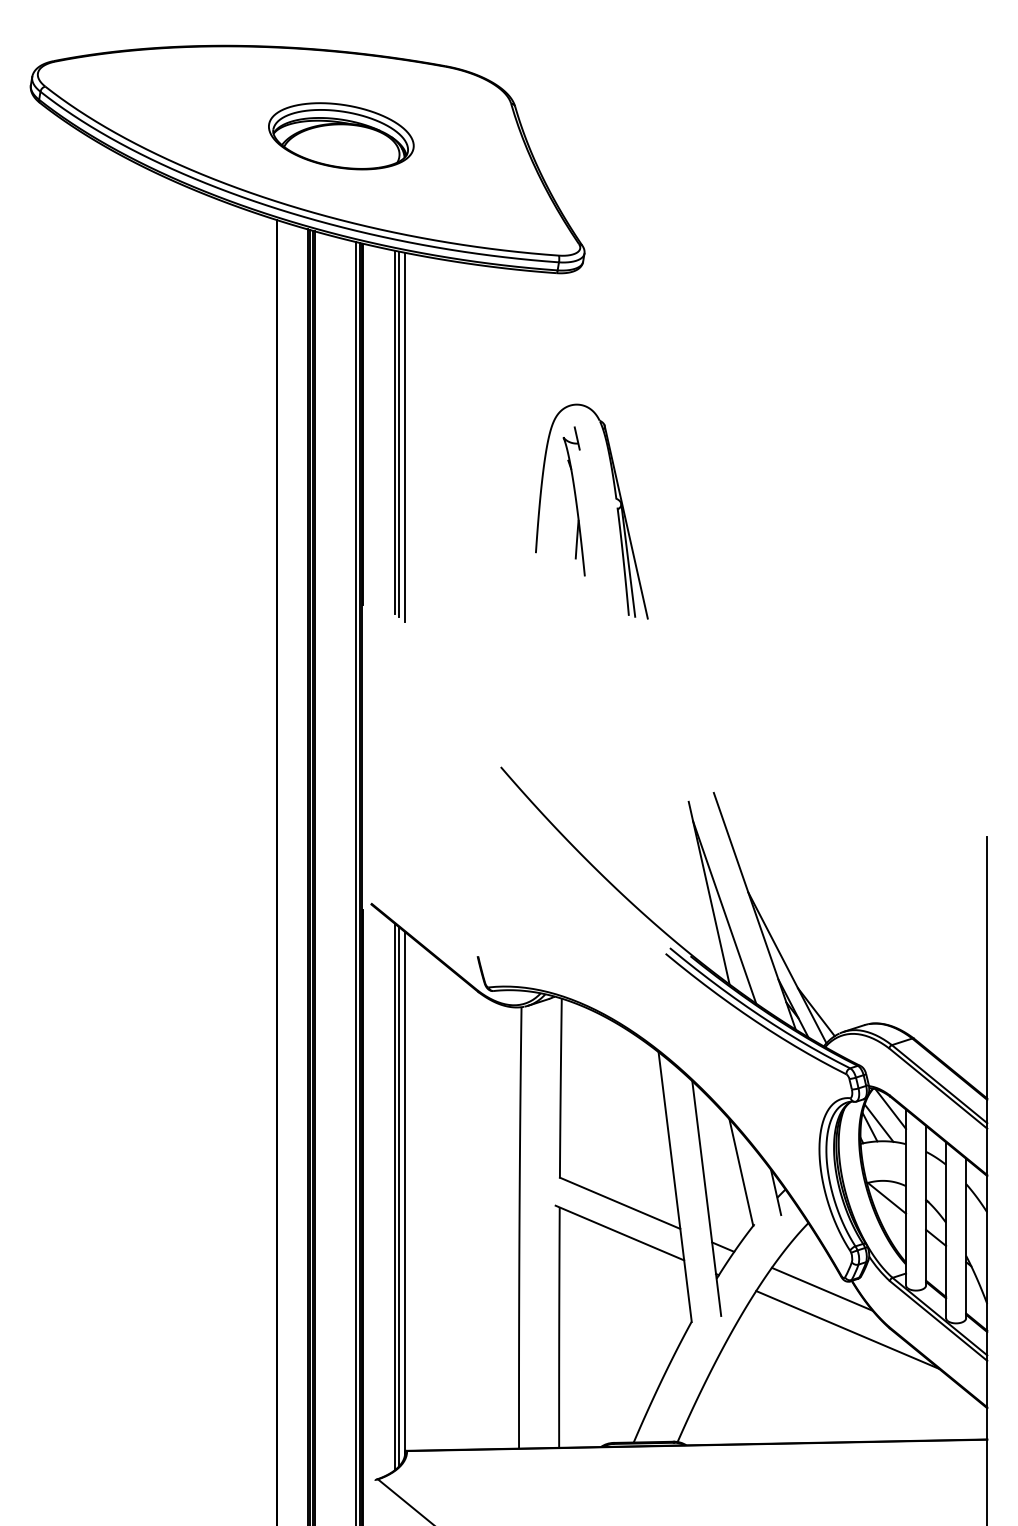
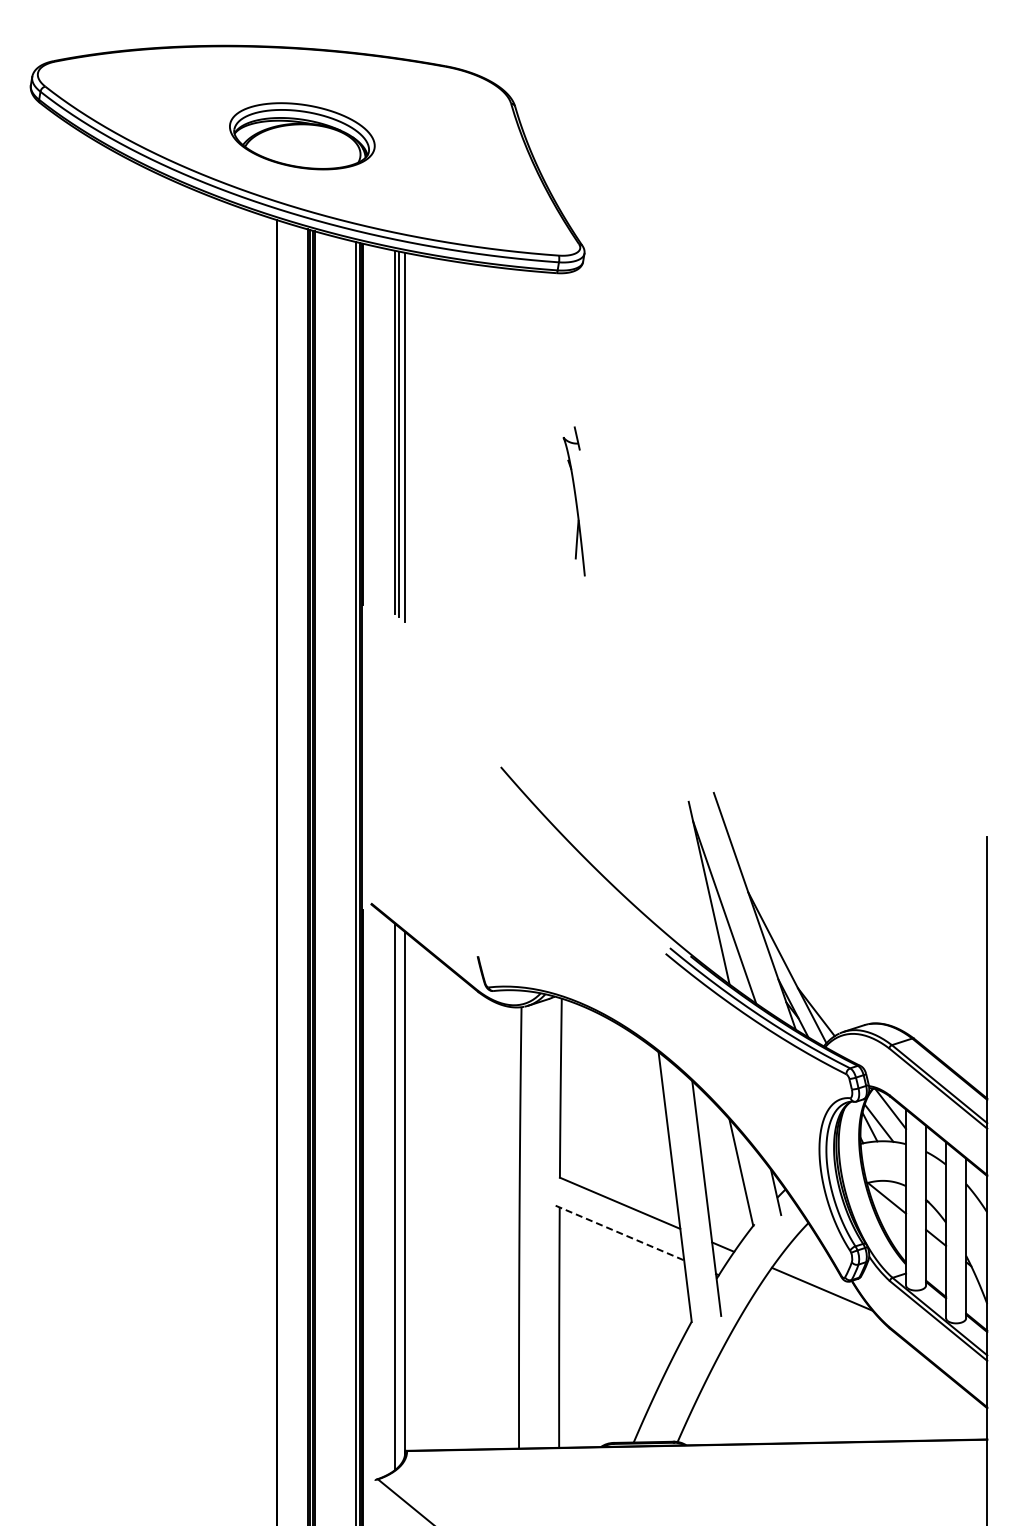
part at (341, 136) position: (341, 136) -> (302, 136)
part at (616, 509): present -> none
line at (398, 1196): present -> none
line at (619, 1233): solid -> dashed
line at (847, 1329): present -> none
